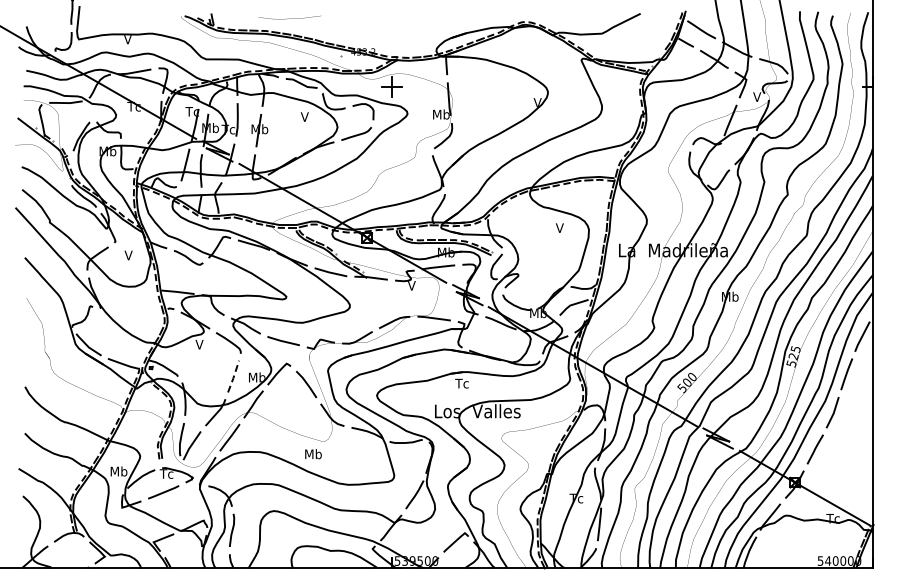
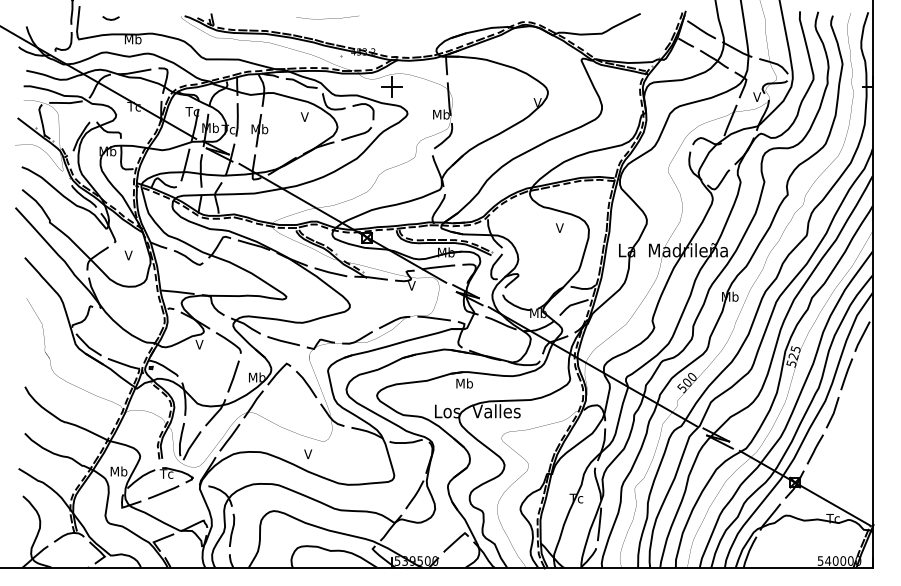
line at (110, 18): none -> present
line at (289, 18) position: (289, 18) -> (327, 18)
text at (132, 39): V -> Mb
line at (233, 376): dashed -> solid
text at (463, 383): Tc -> Mb
text at (312, 454): Mb -> V
